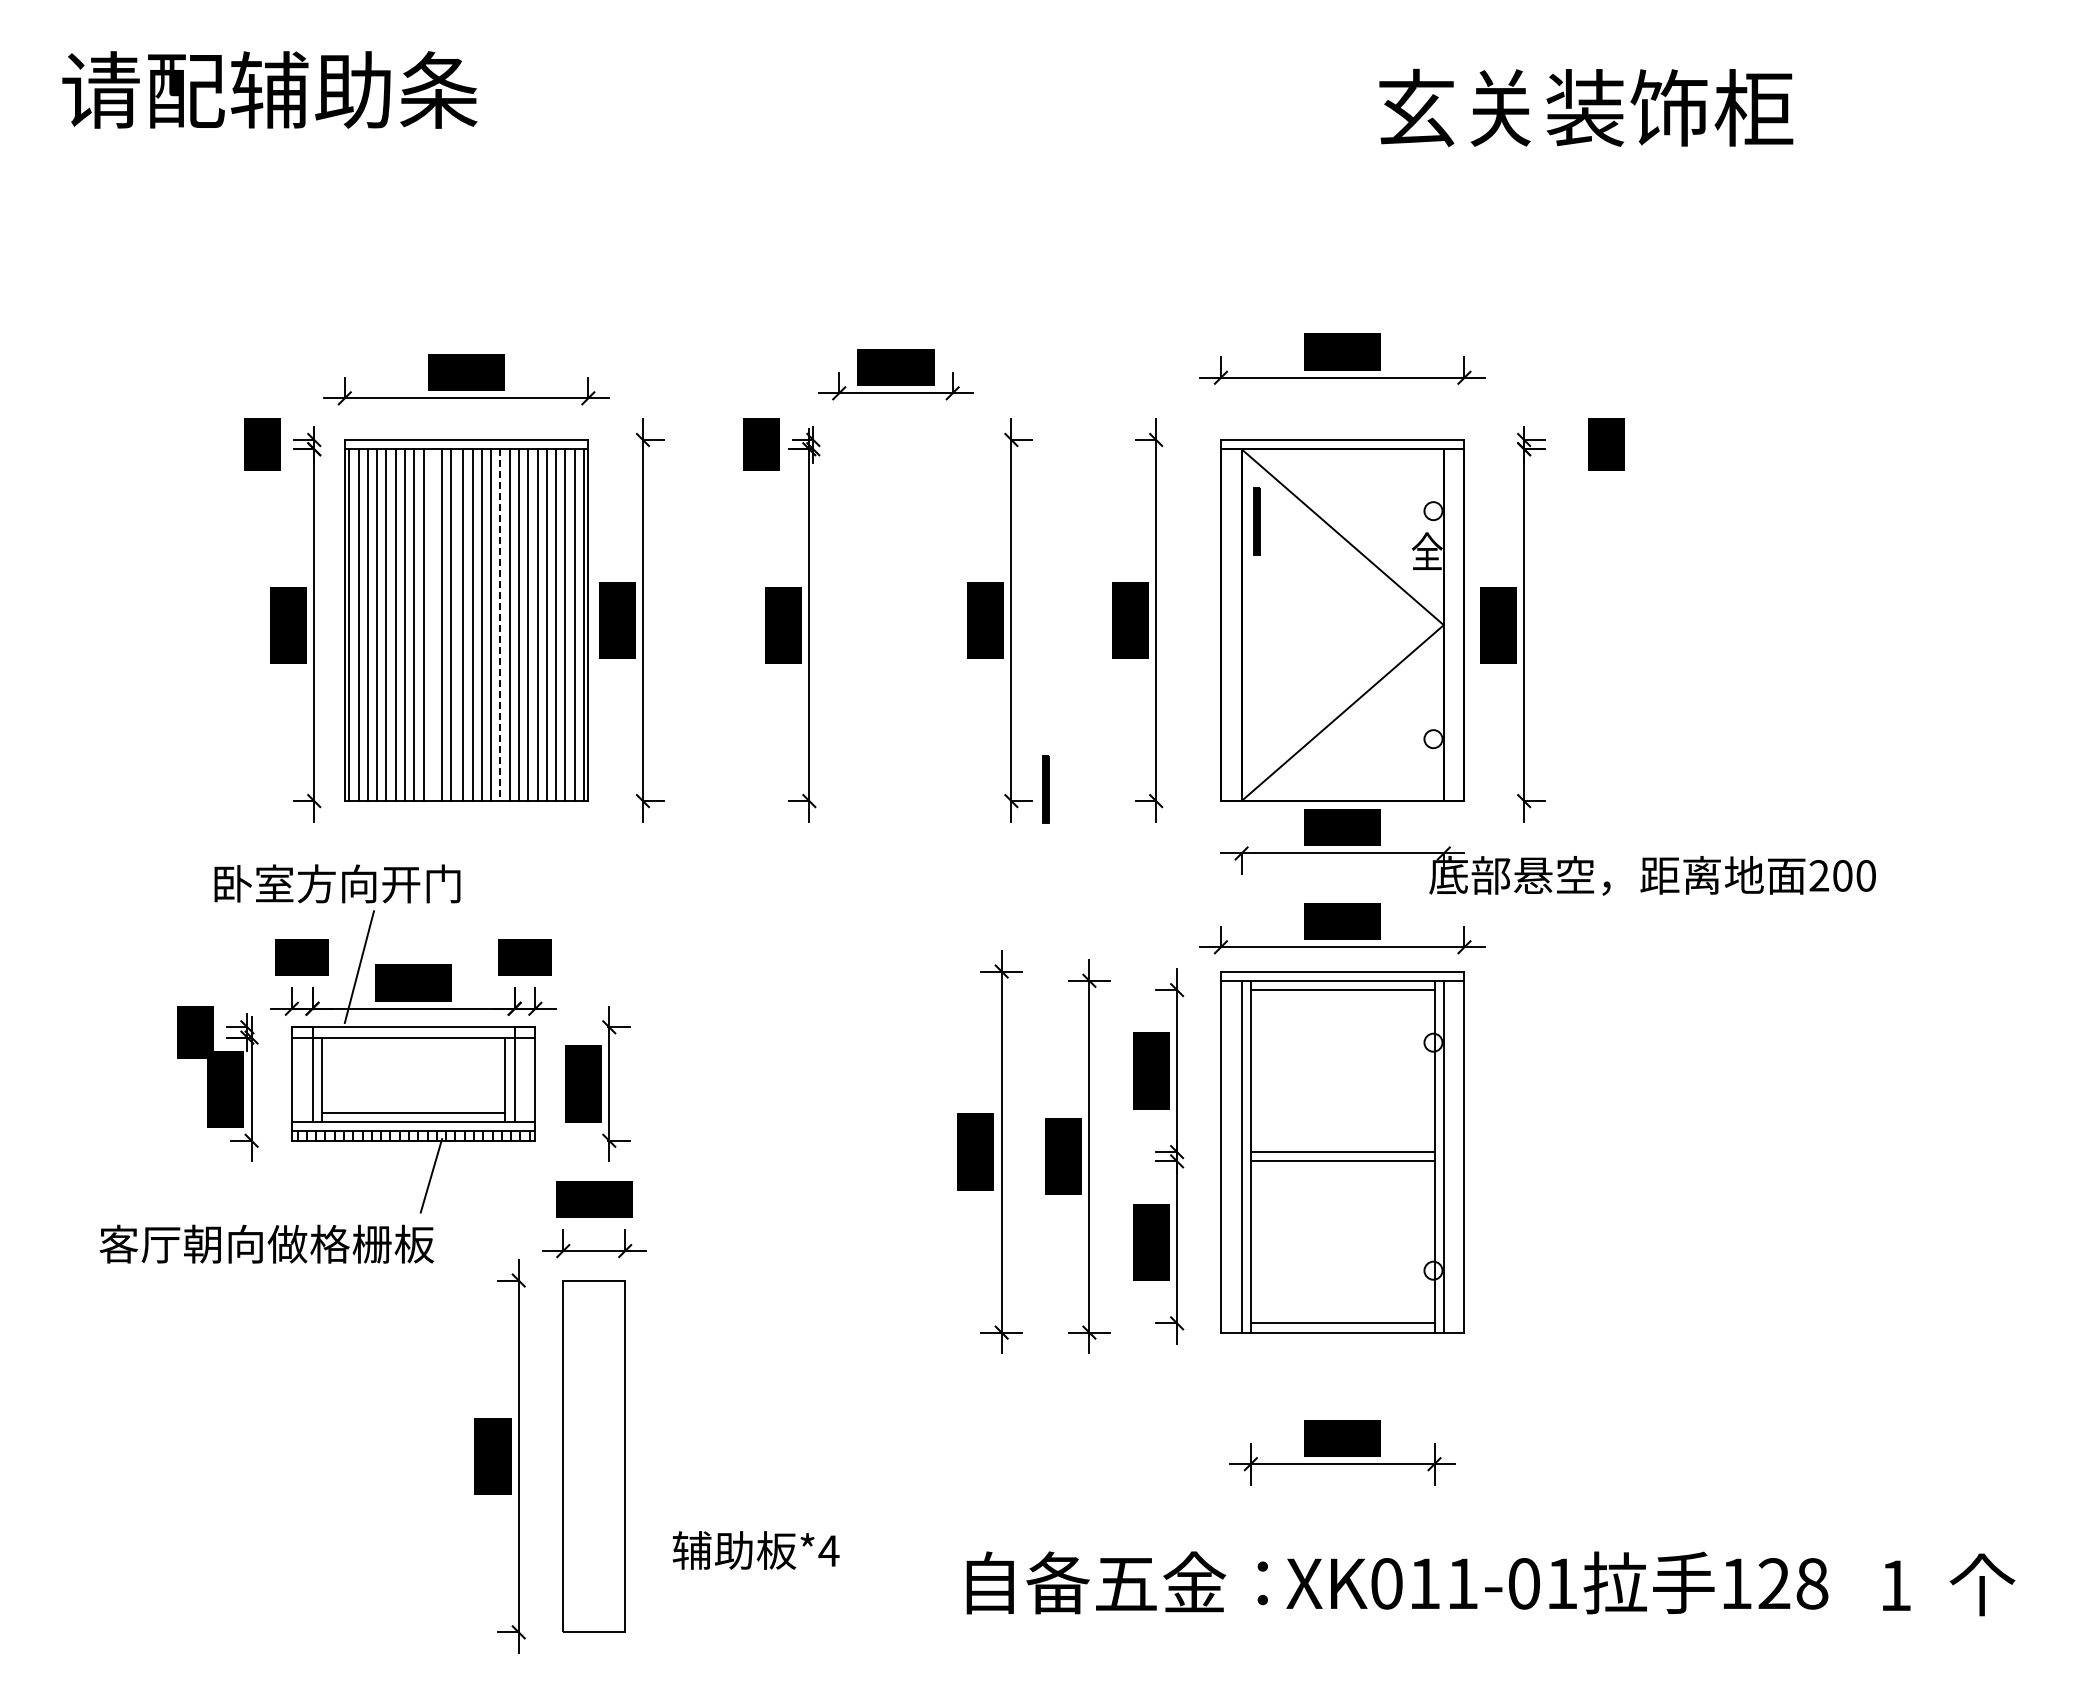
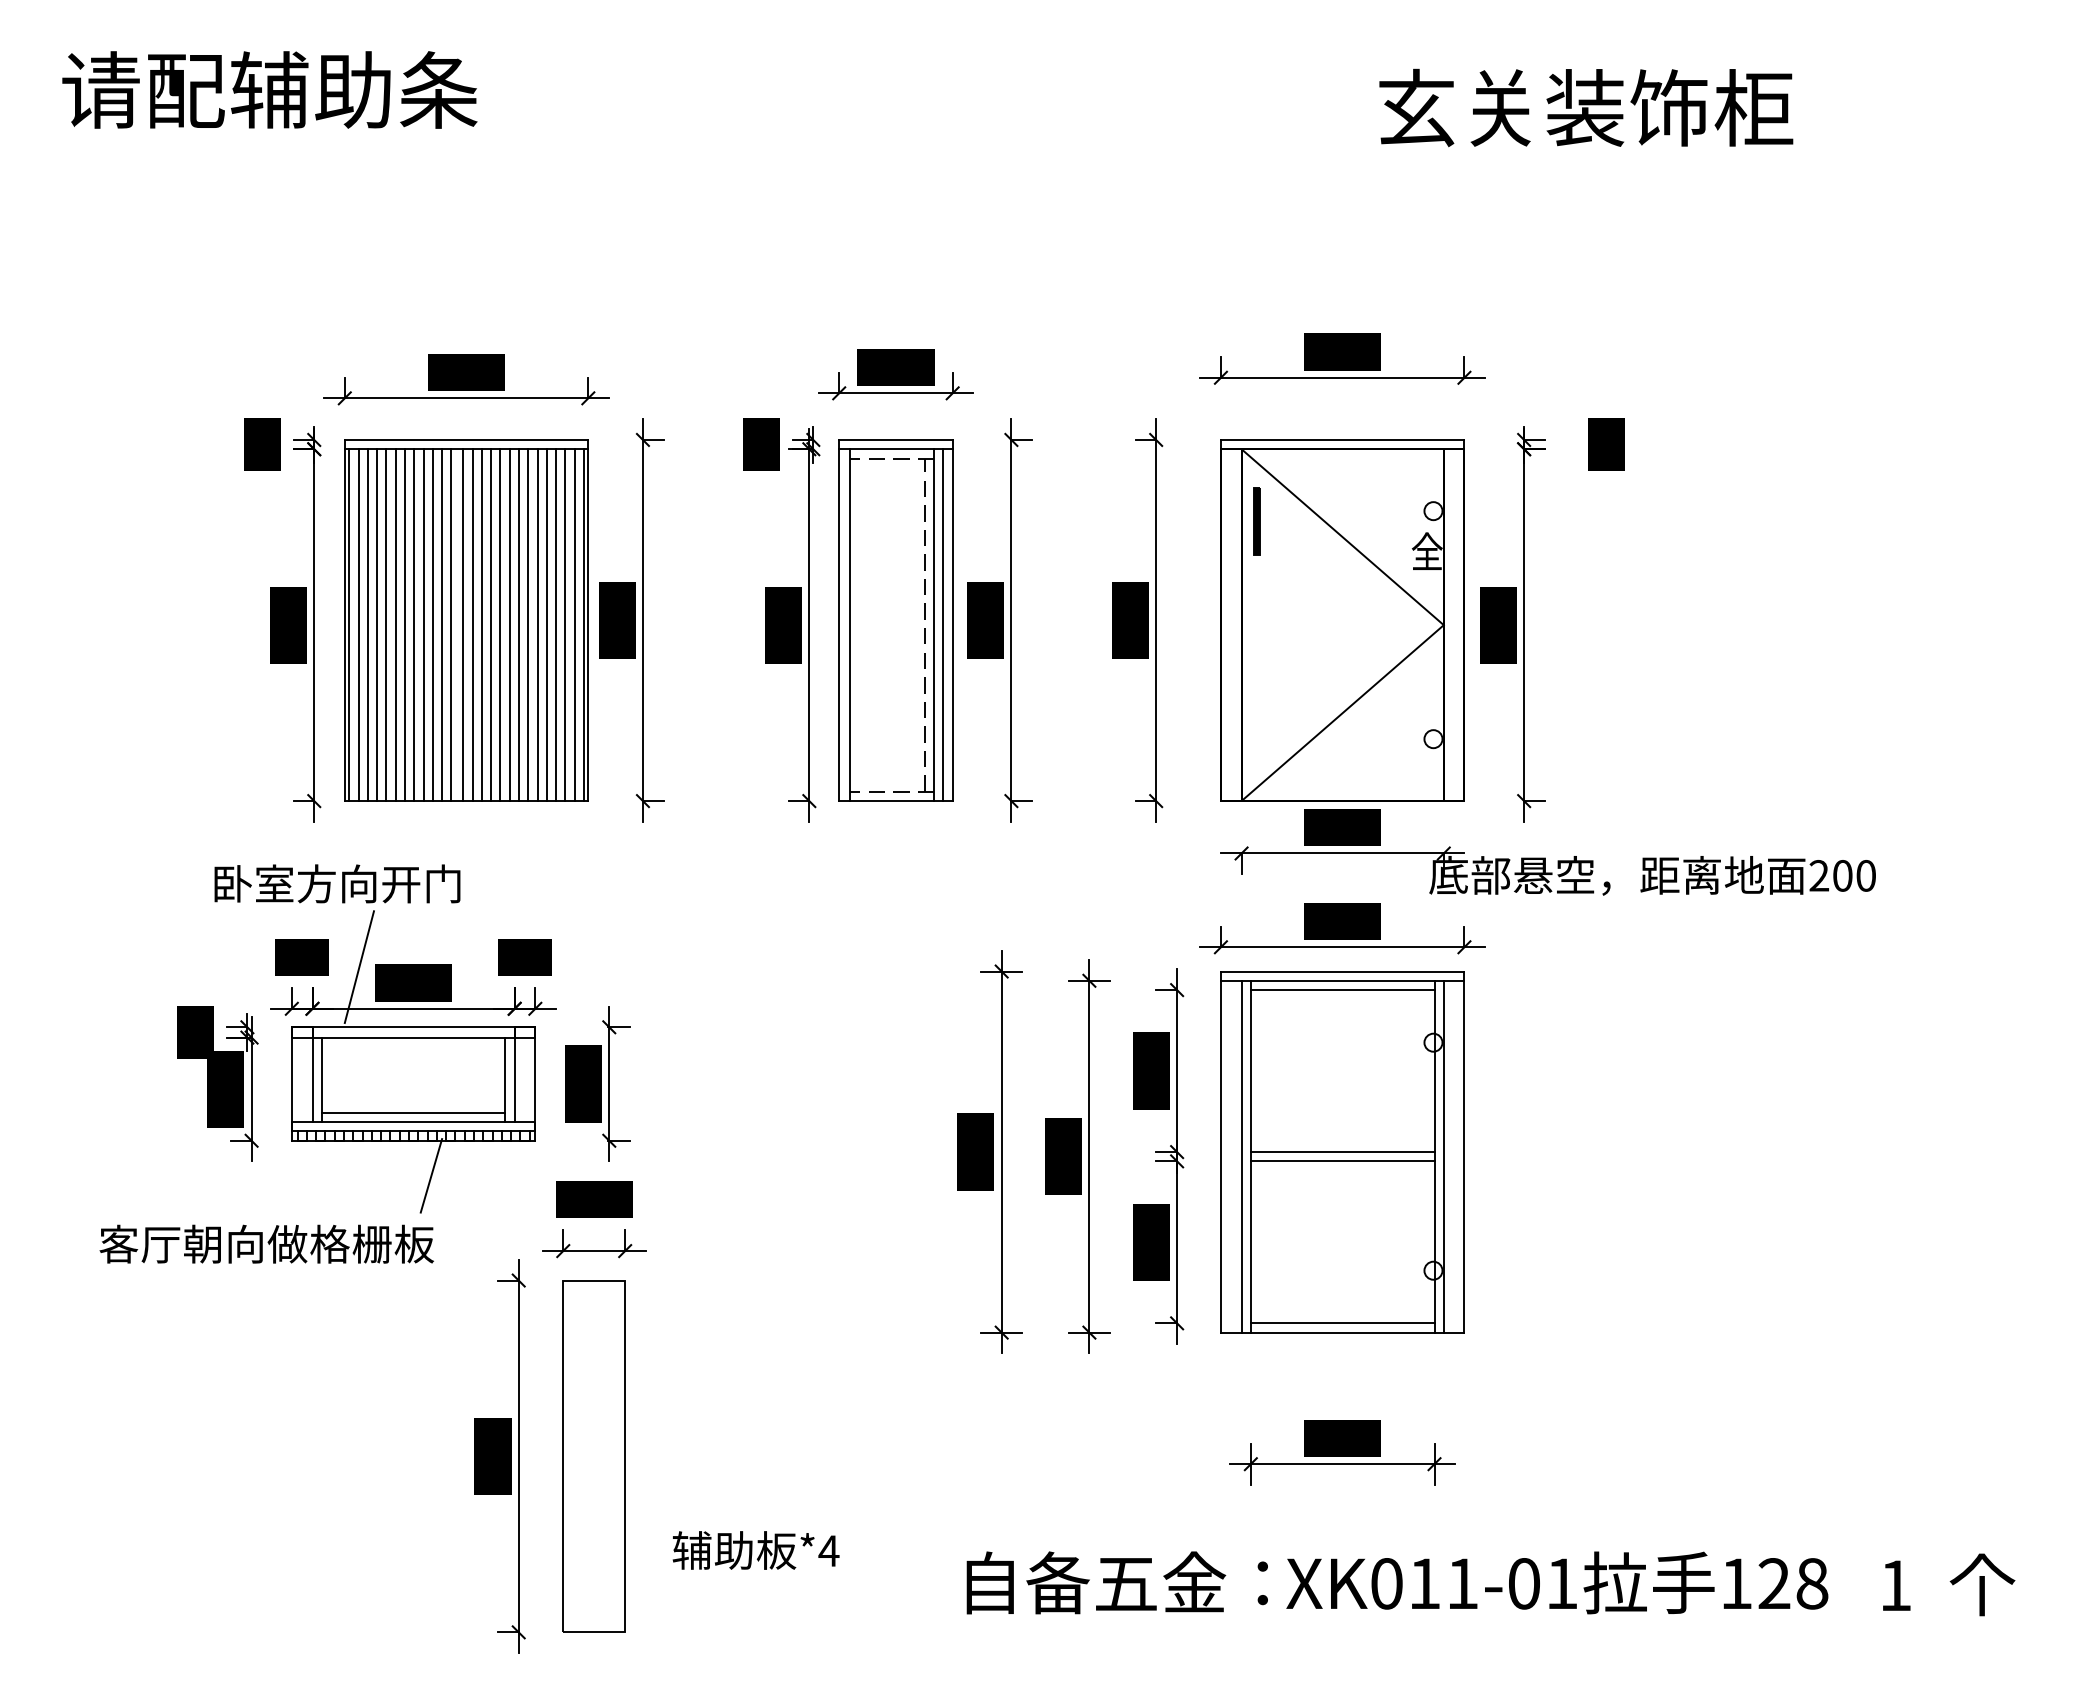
part at (895, 620): none -> present
line at (432, 625): none -> present
line at (500, 625): dashed -> solid
part at (1045, 789): present -> none
